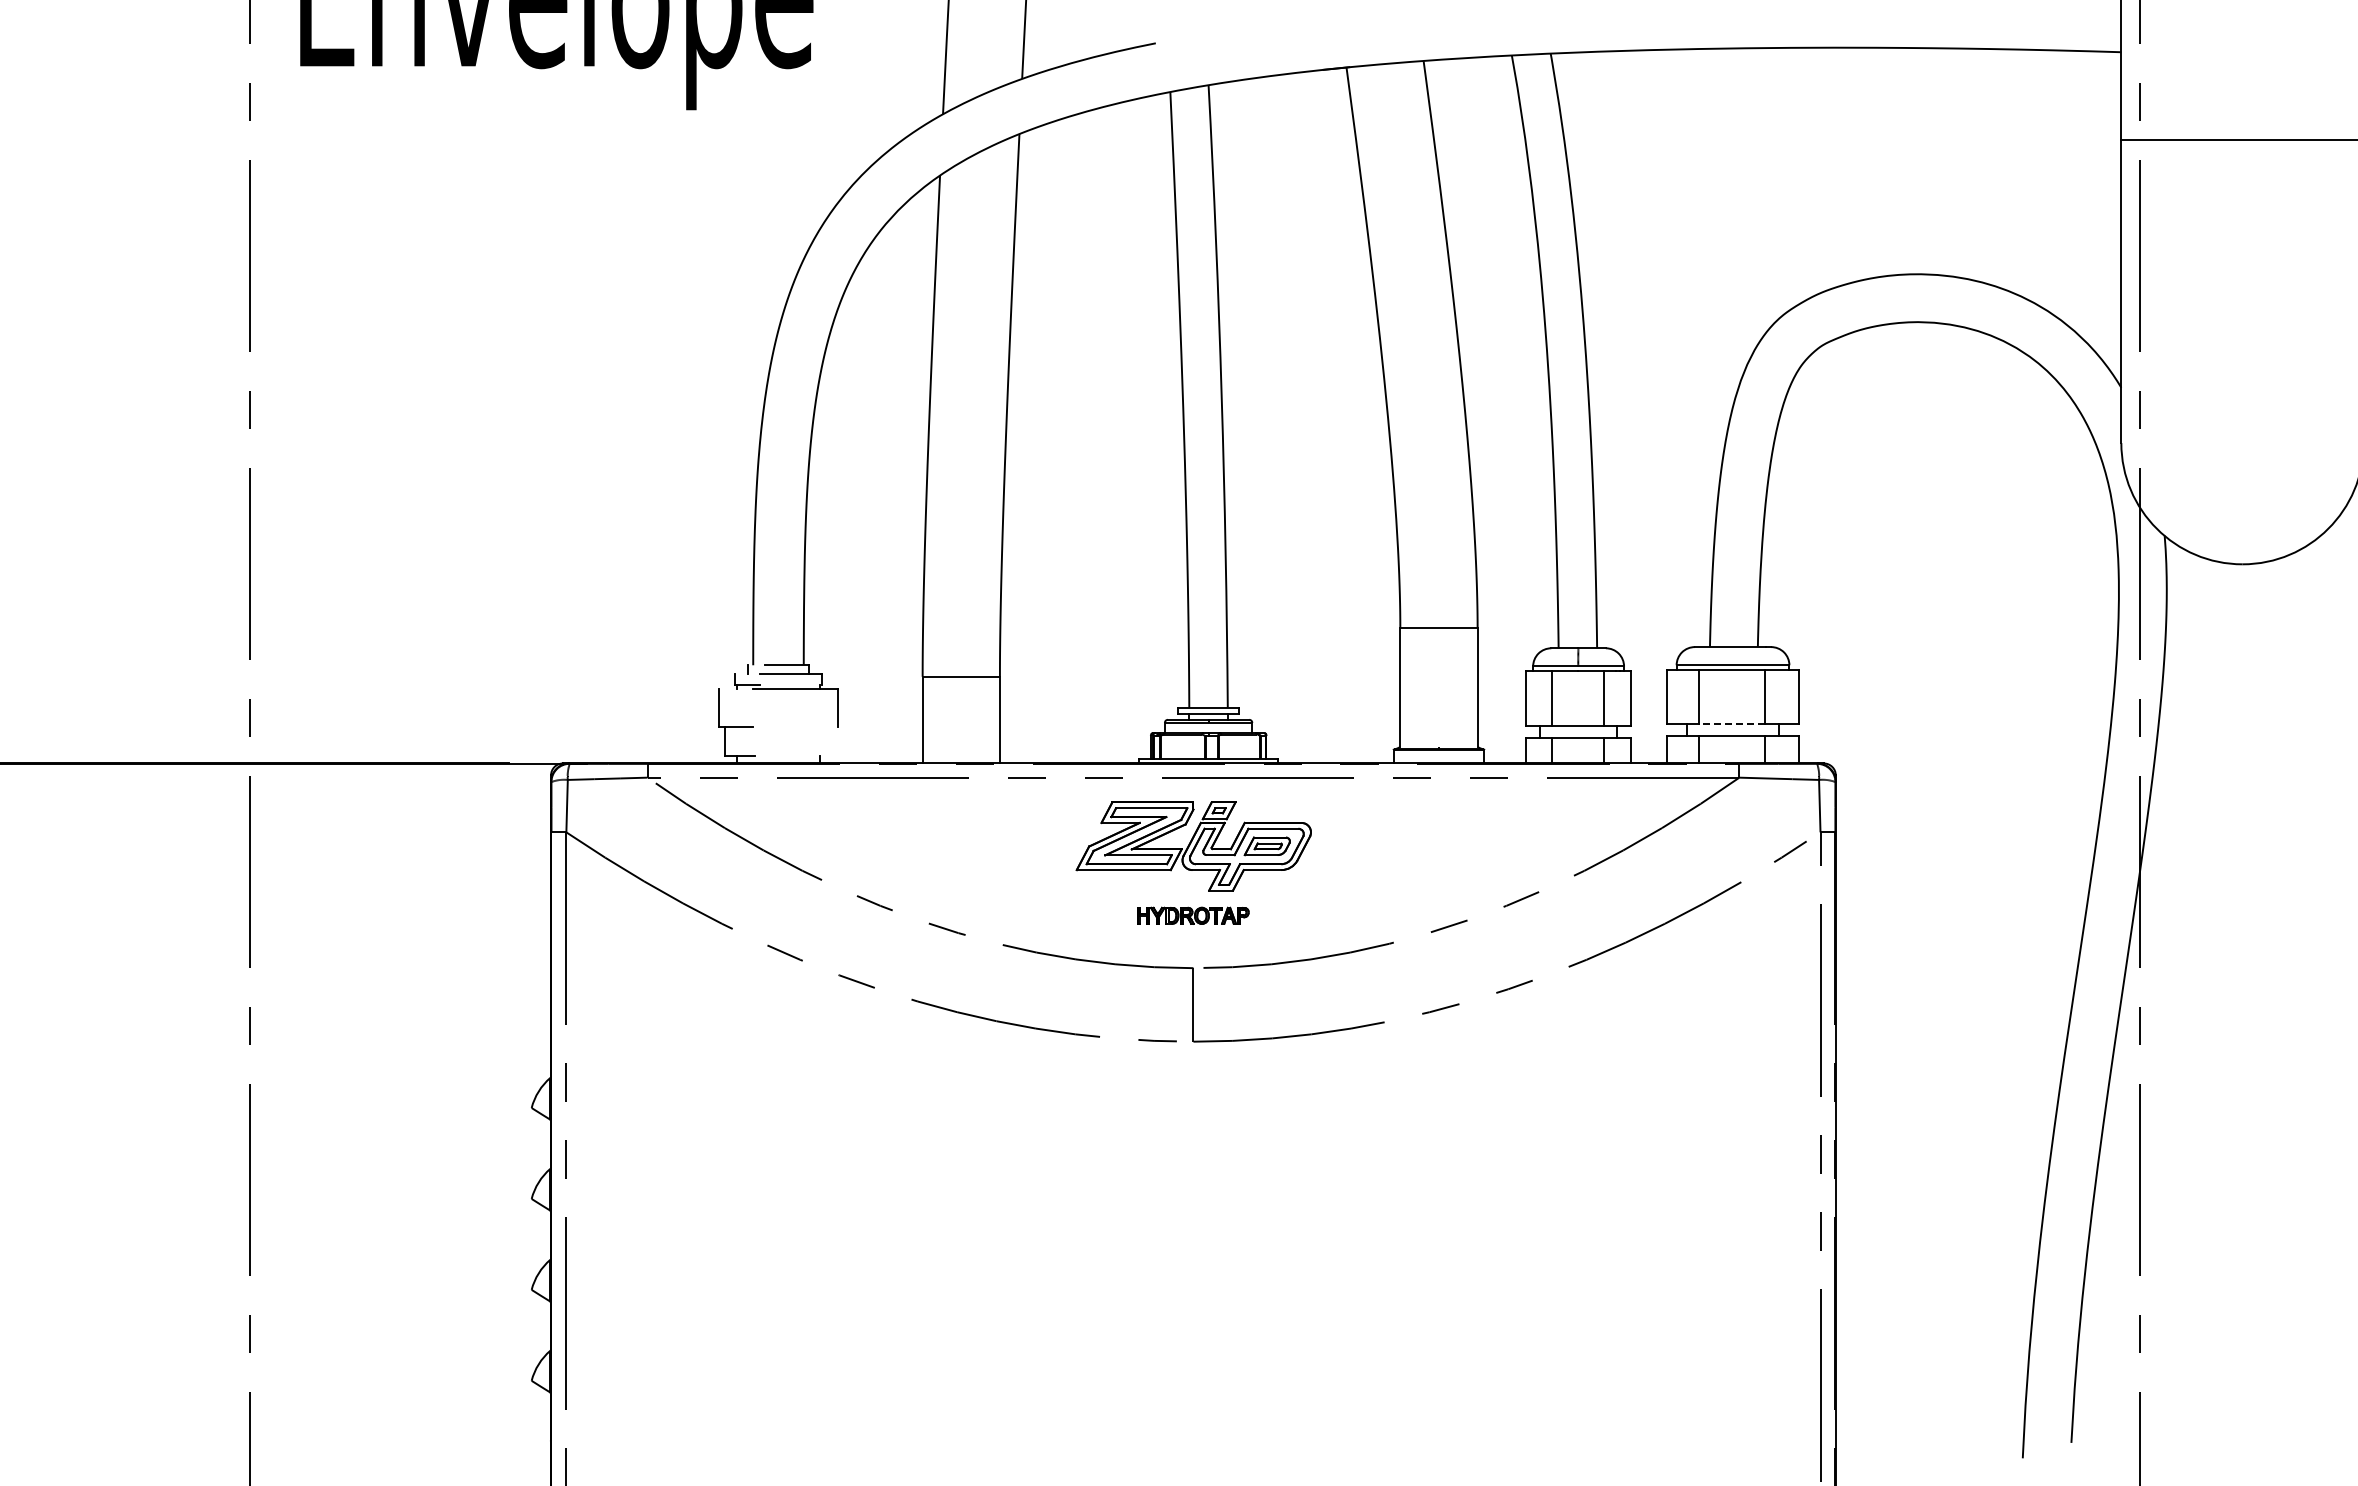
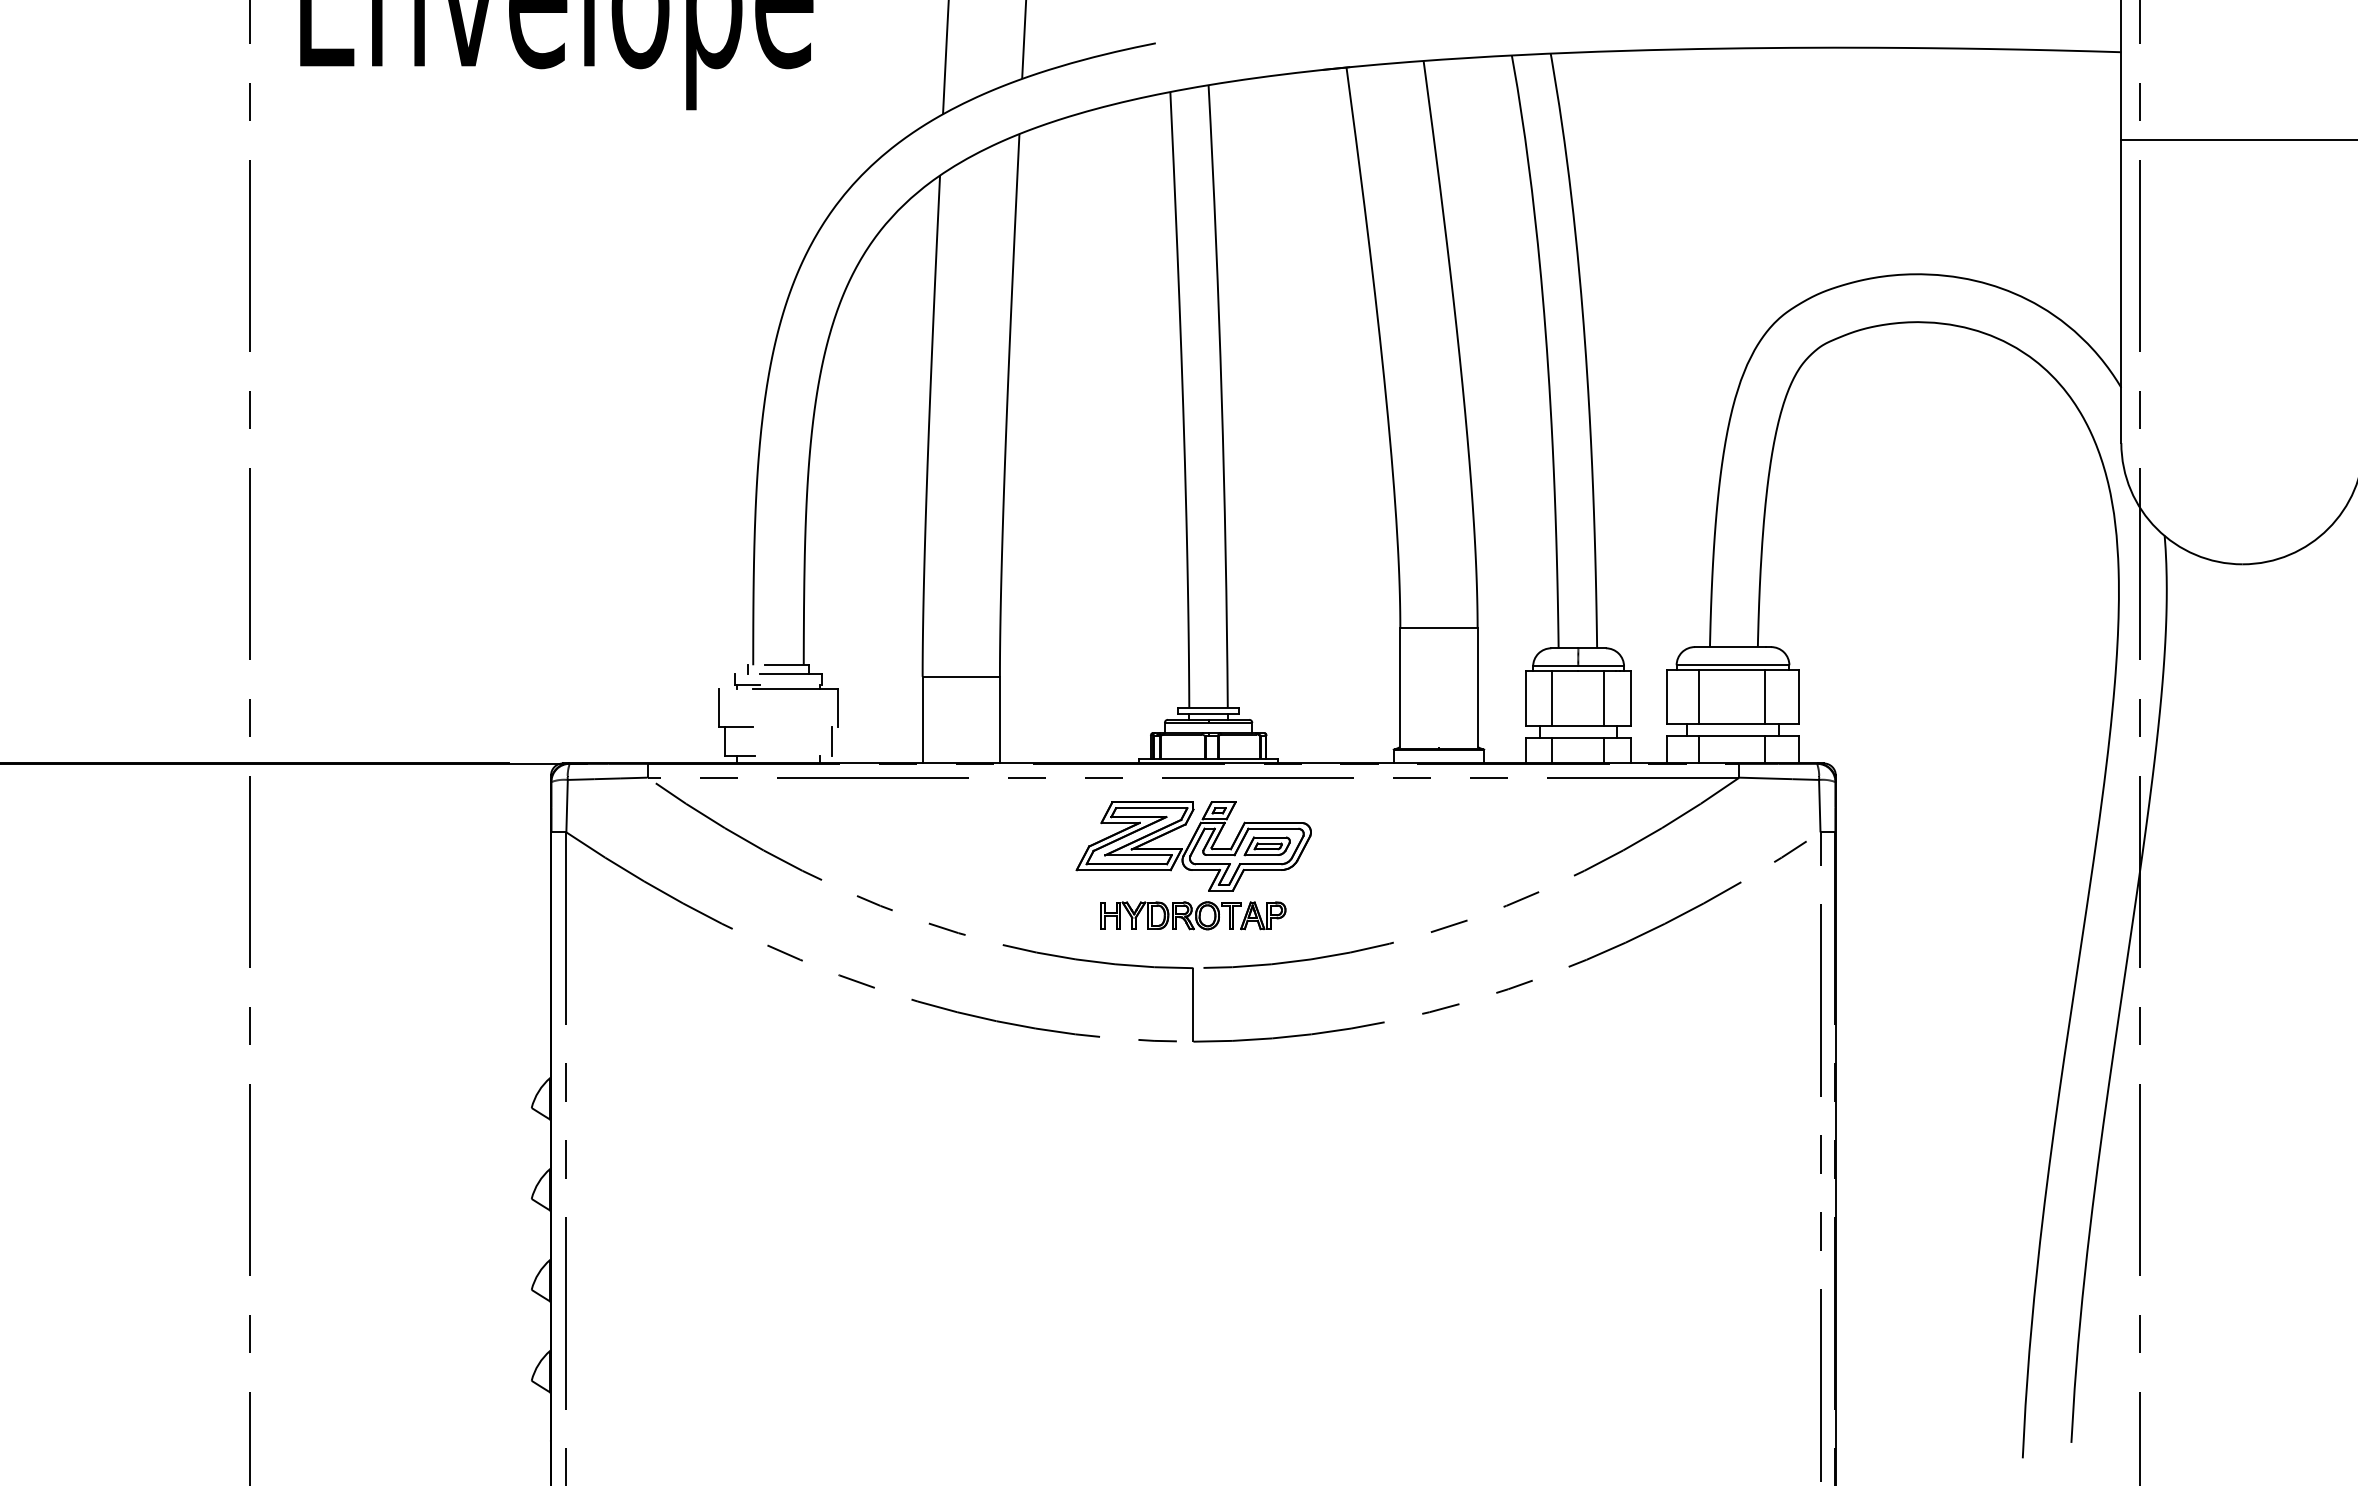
line at (1731, 724): dashed -> solid
line at (831, 741): none -> present
part at (1193, 915) size: 113x19 px -> 187x30 px
